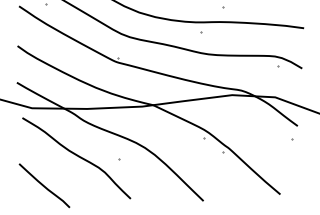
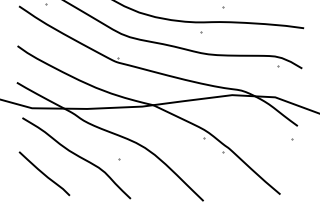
curve at (44, 185) position: (44, 185) -> (44, 173)
